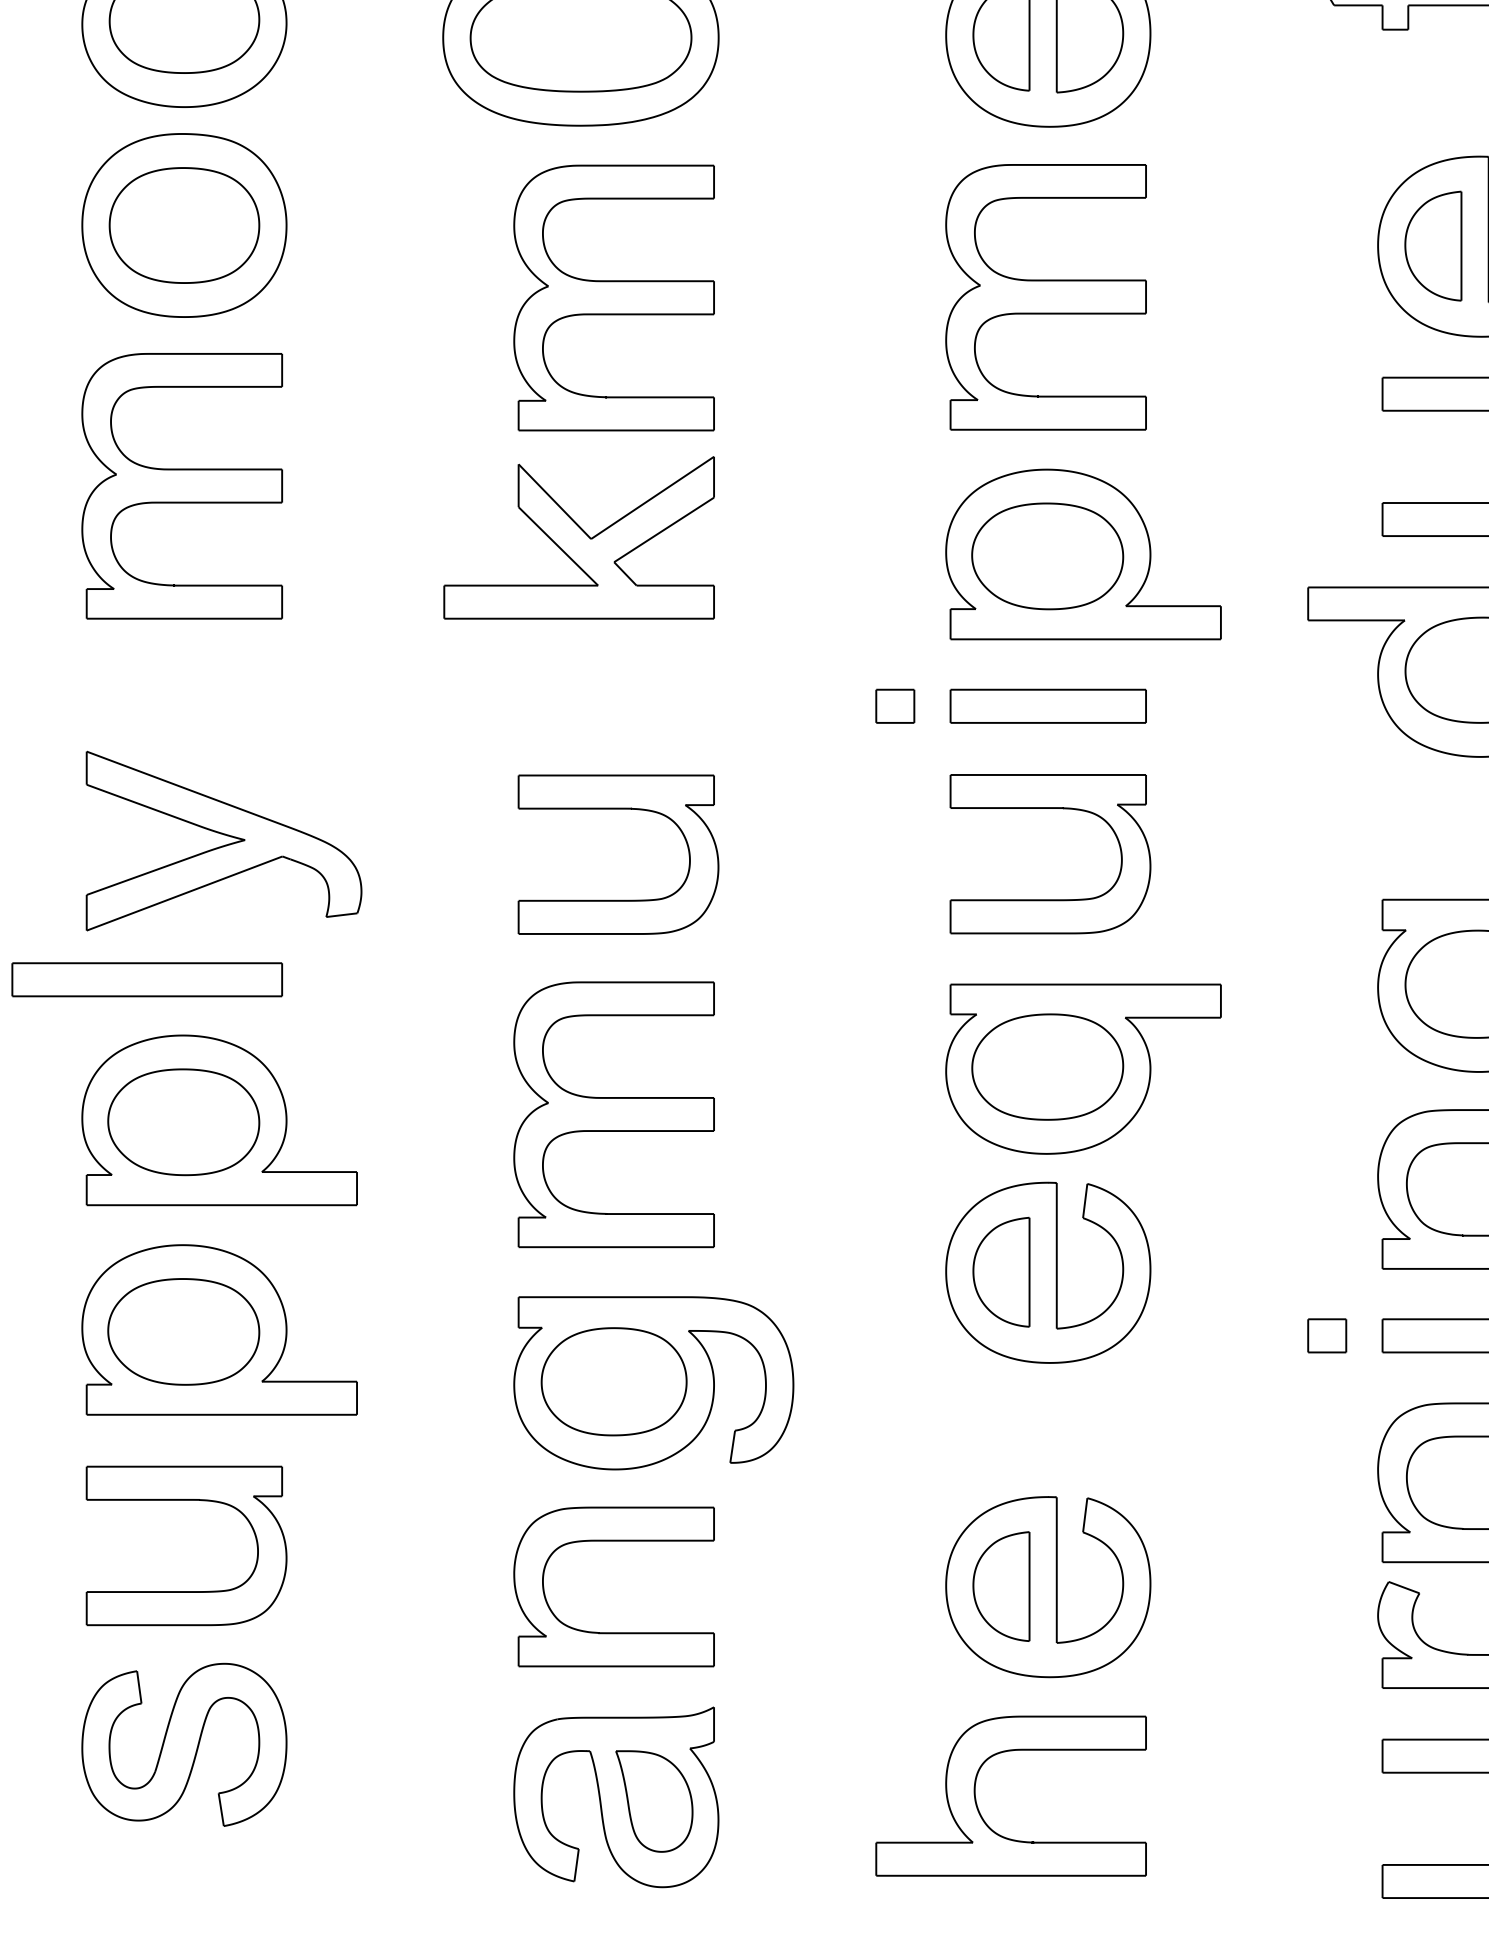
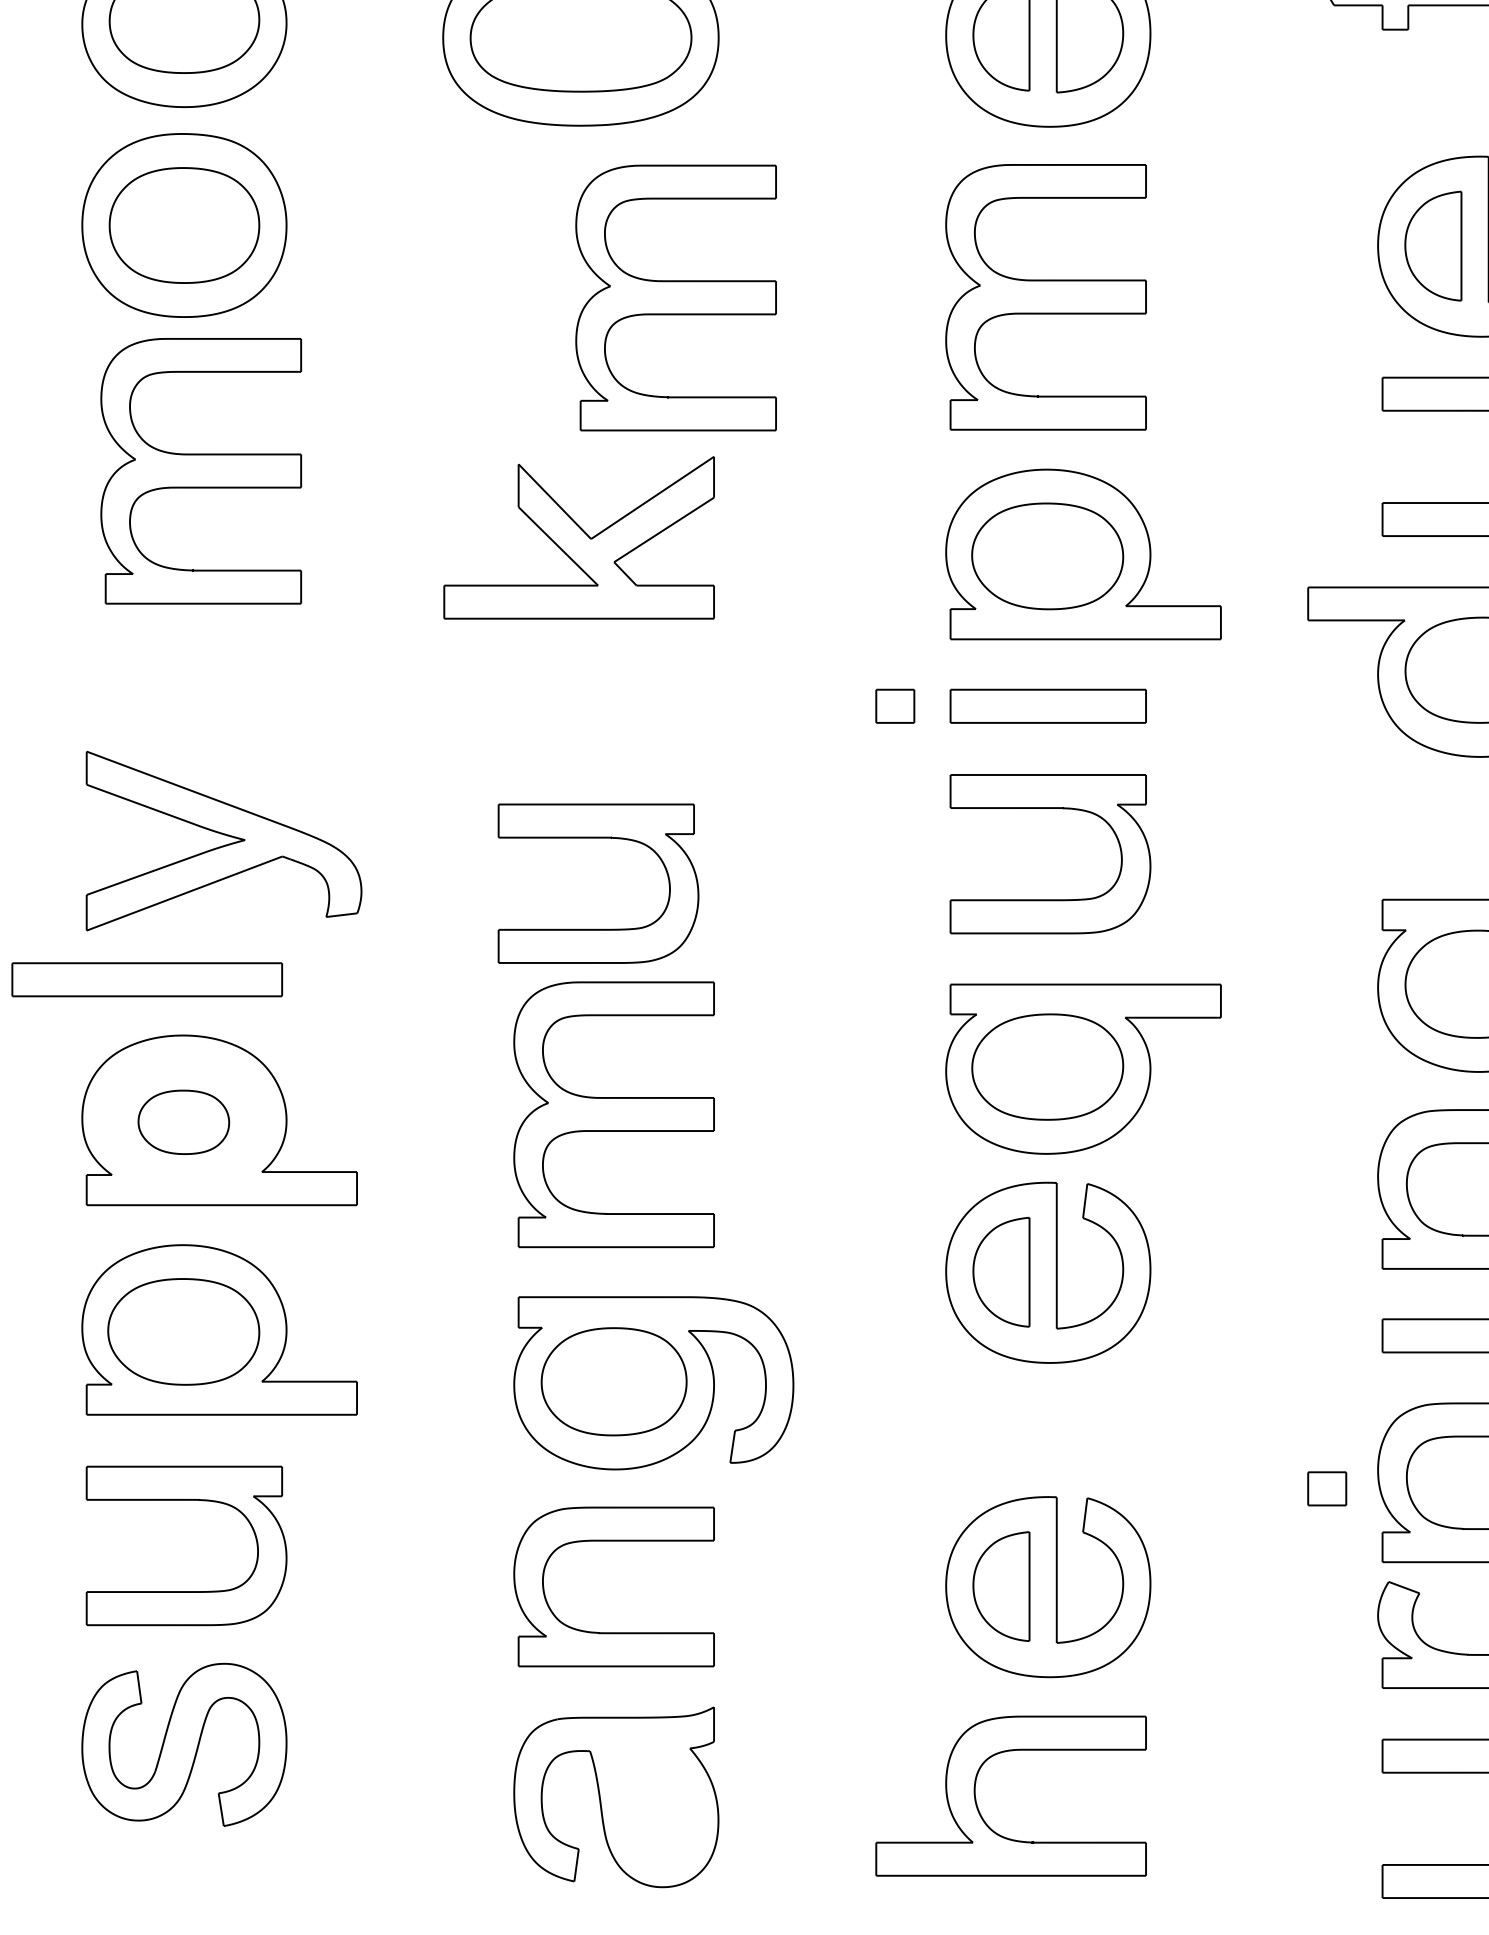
part at (613, 297) position: (613, 297) -> (675, 297)
part at (181, 486) position: (181, 486) -> (200, 471)
part at (618, 809) position: (618, 809) -> (598, 838)
part at (183, 1122) size: 154x109 px -> 94x66 px
part at (1327, 1335) position: (1327, 1335) -> (1327, 1488)
part at (654, 1801): present -> none
